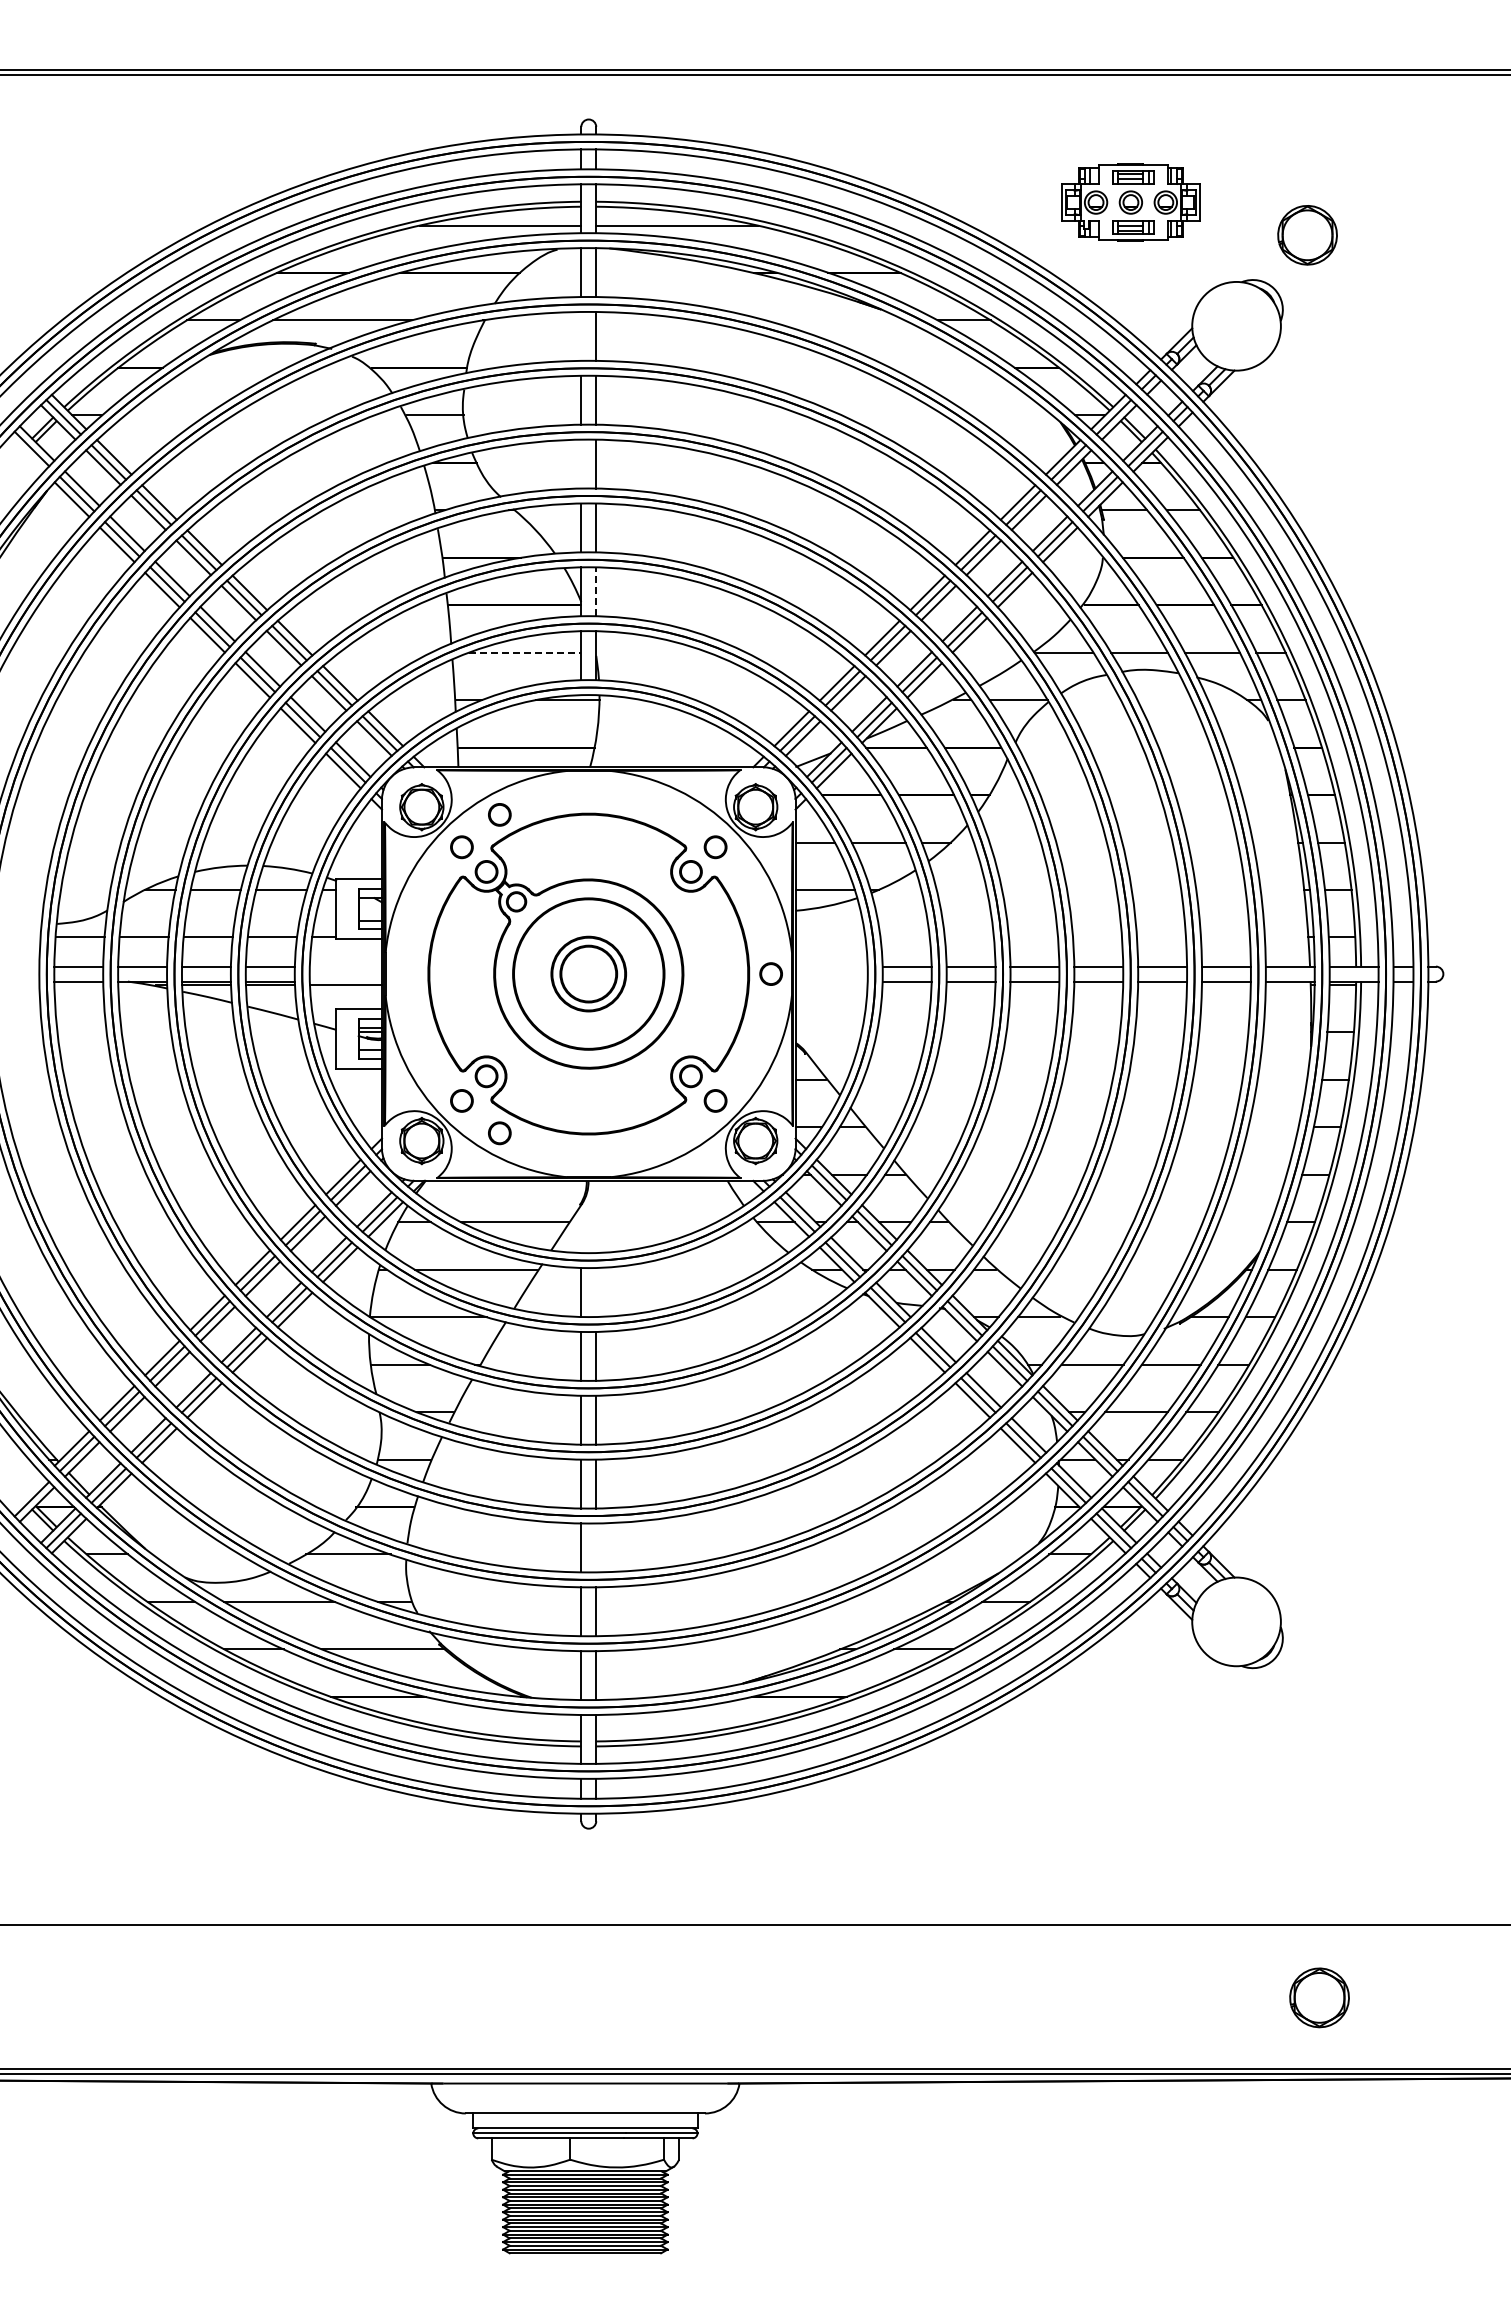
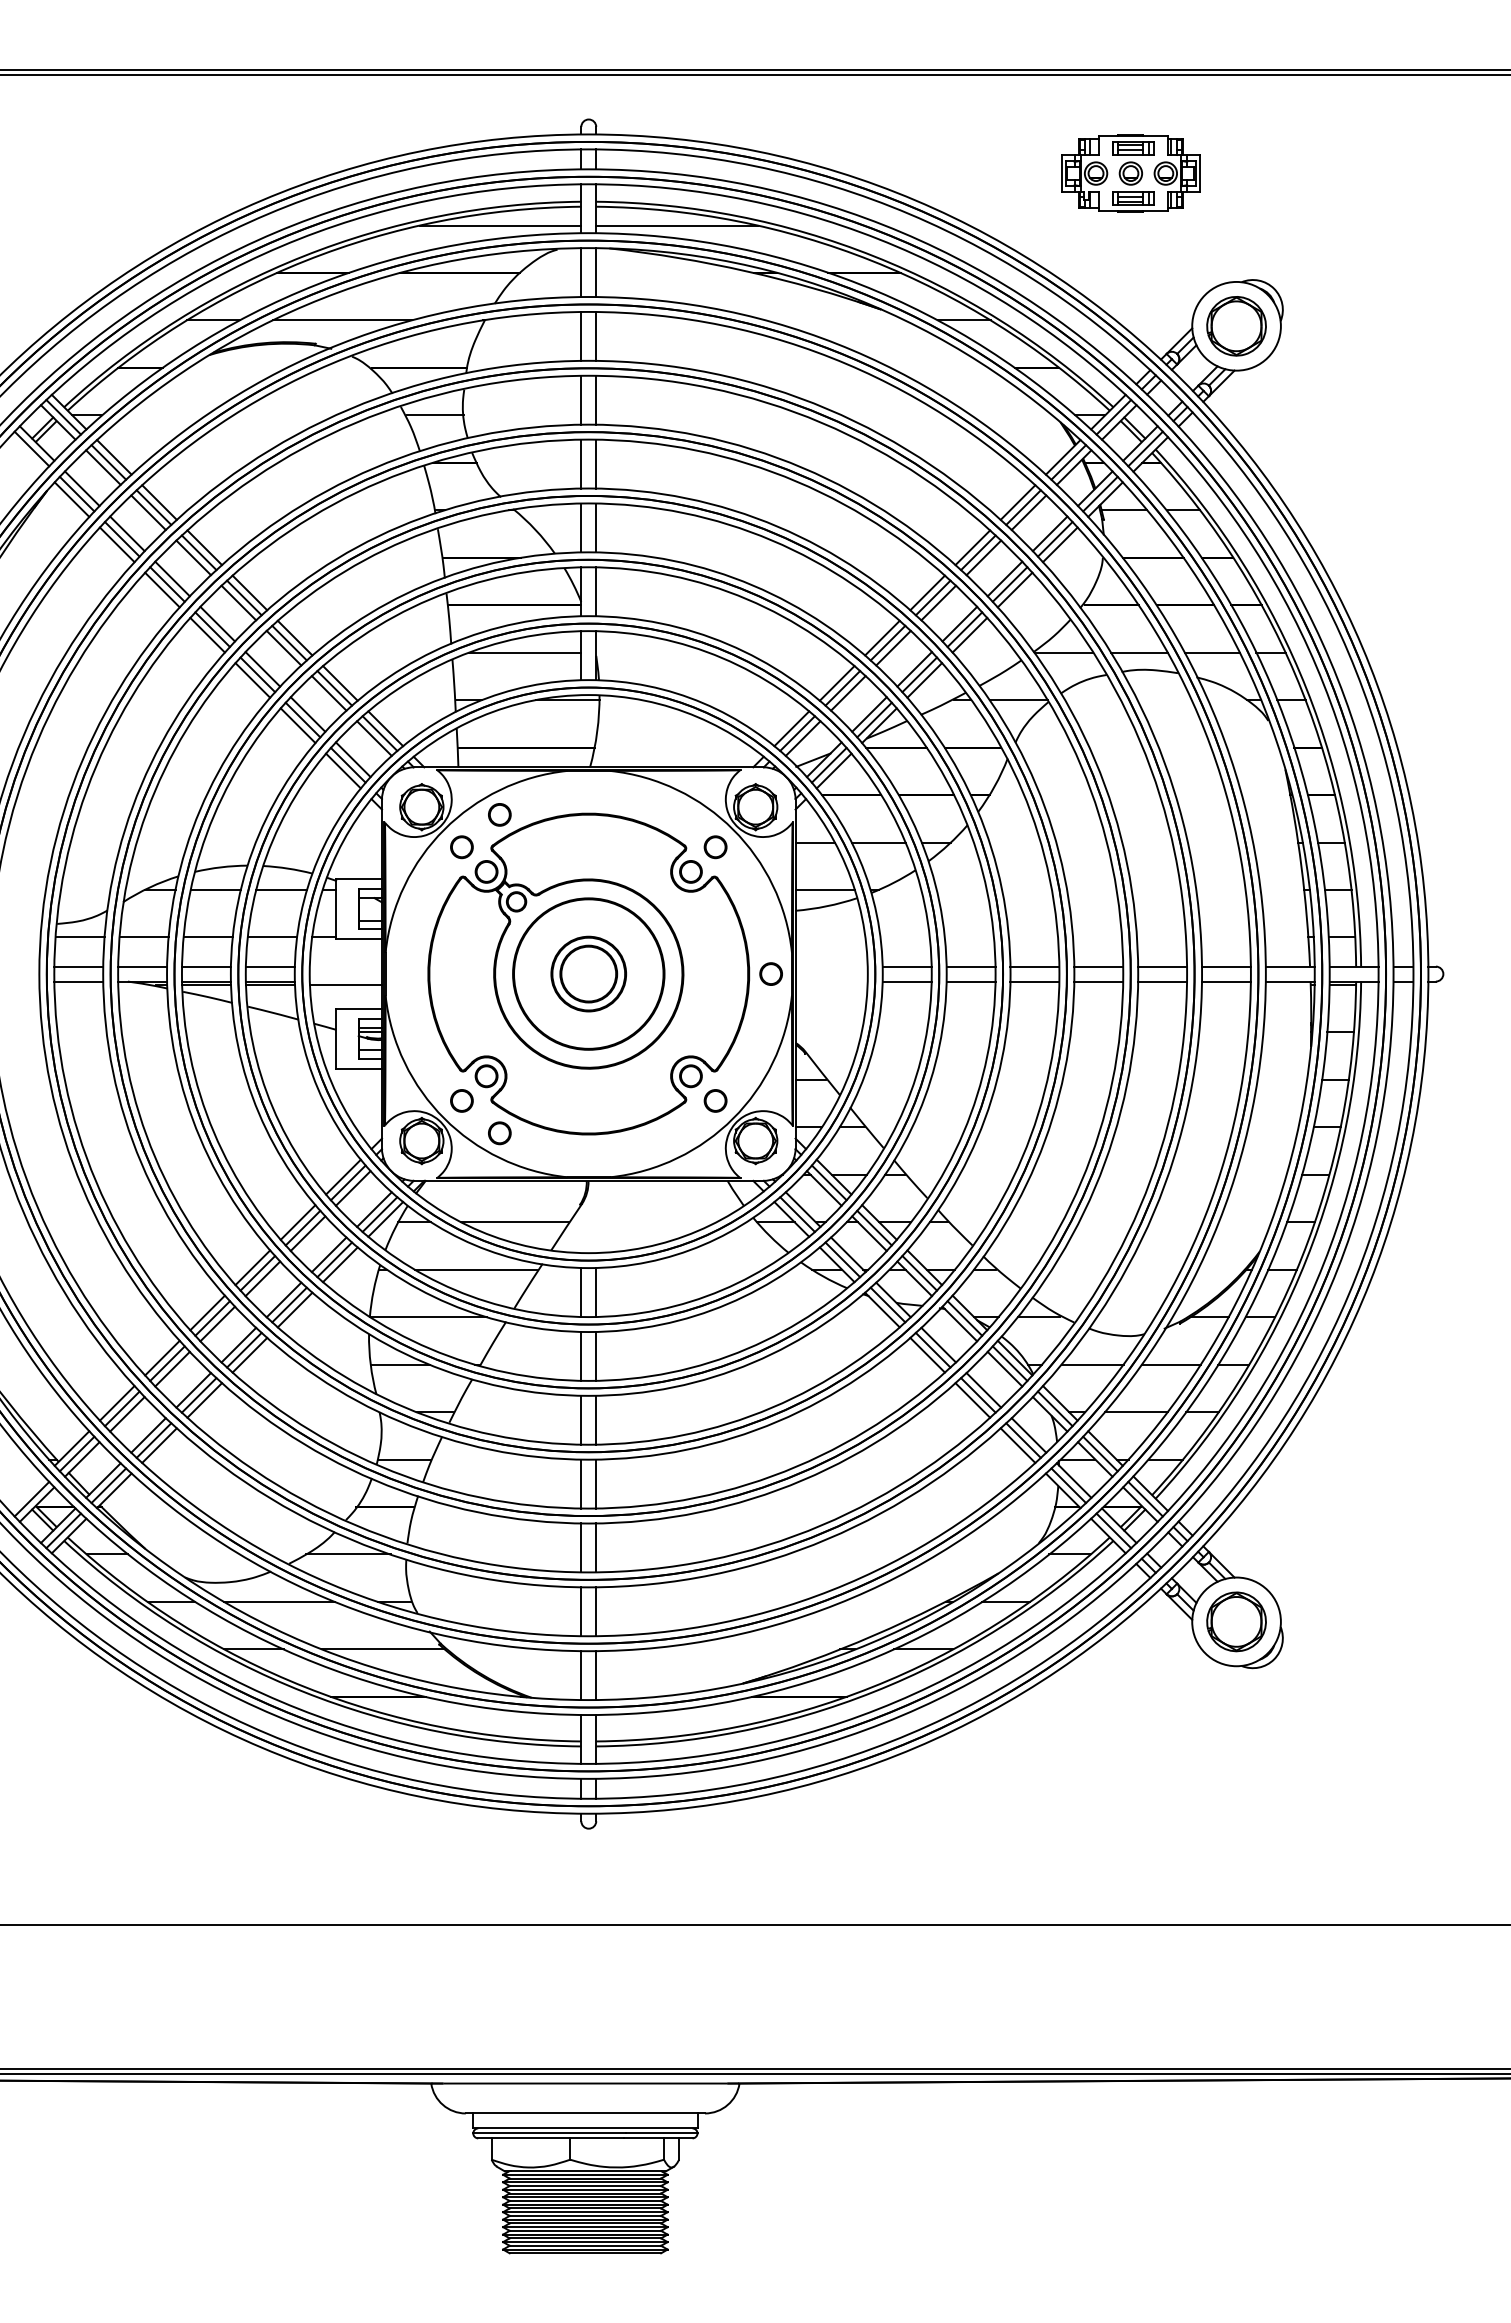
part at (1130, 202) position: (1130, 202) -> (1130, 173)
part at (1307, 235) position: (1307, 235) -> (1236, 326)
line at (581, 336): none -> present
line at (581, 463): none -> present
line at (596, 591): dashed -> solid
line at (525, 652): dashed -> solid
line at (596, 1292): none -> present
line at (596, 1547): none -> present
part at (1319, 1997) position: (1319, 1997) -> (1236, 1621)
